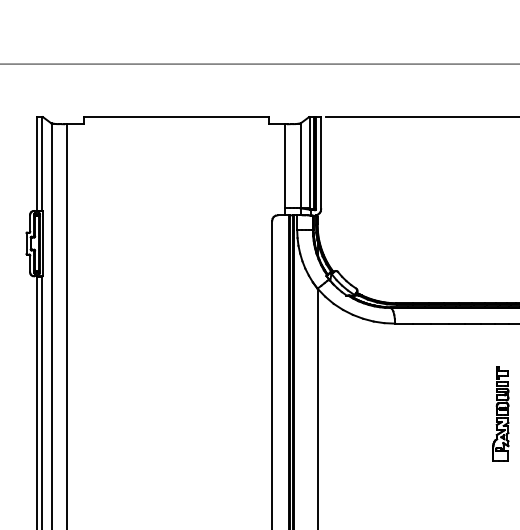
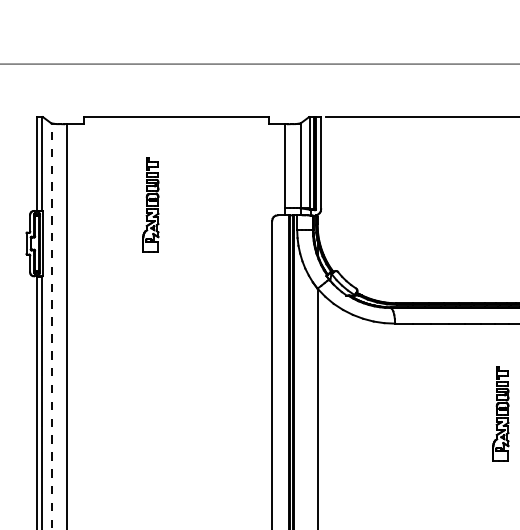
part at (150, 204): none -> present
line at (51, 326): solid -> dashed
